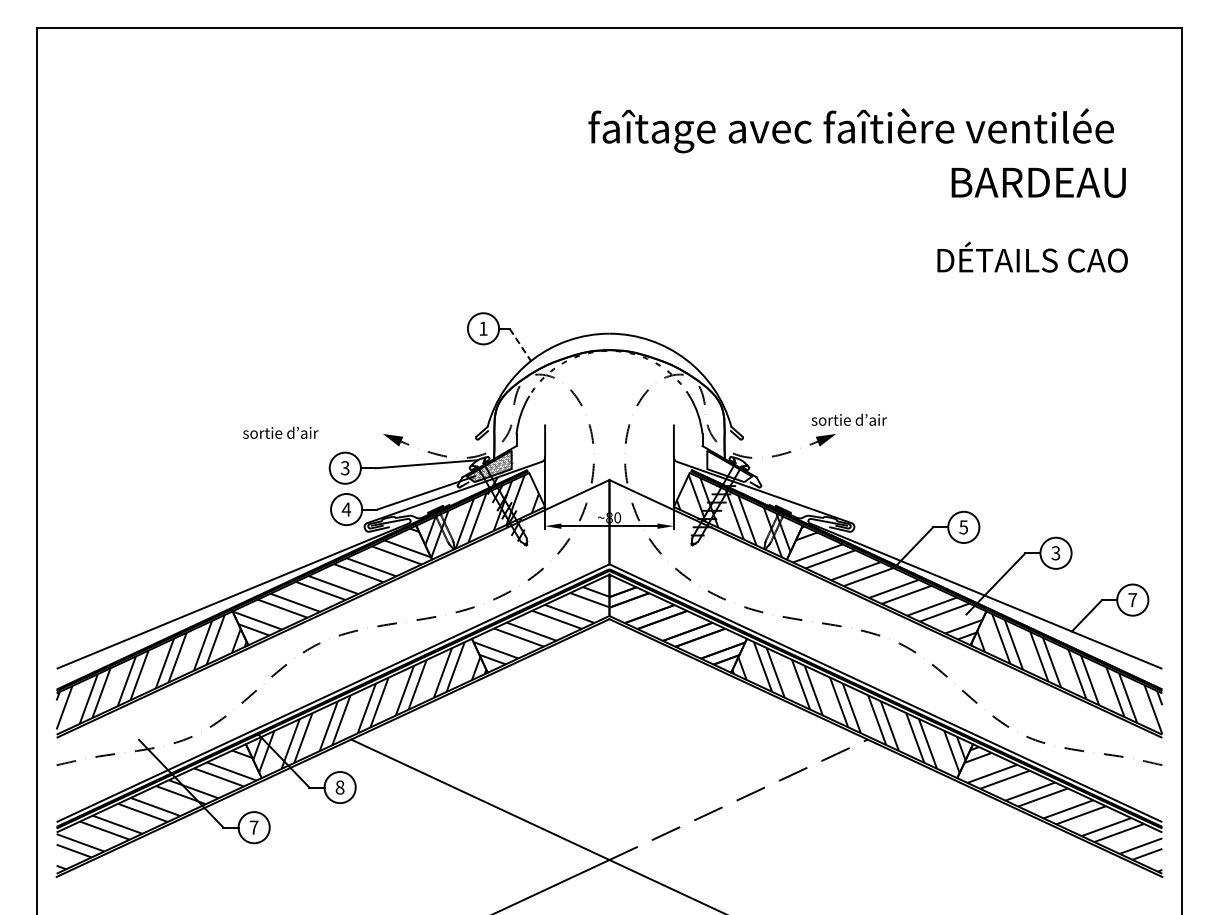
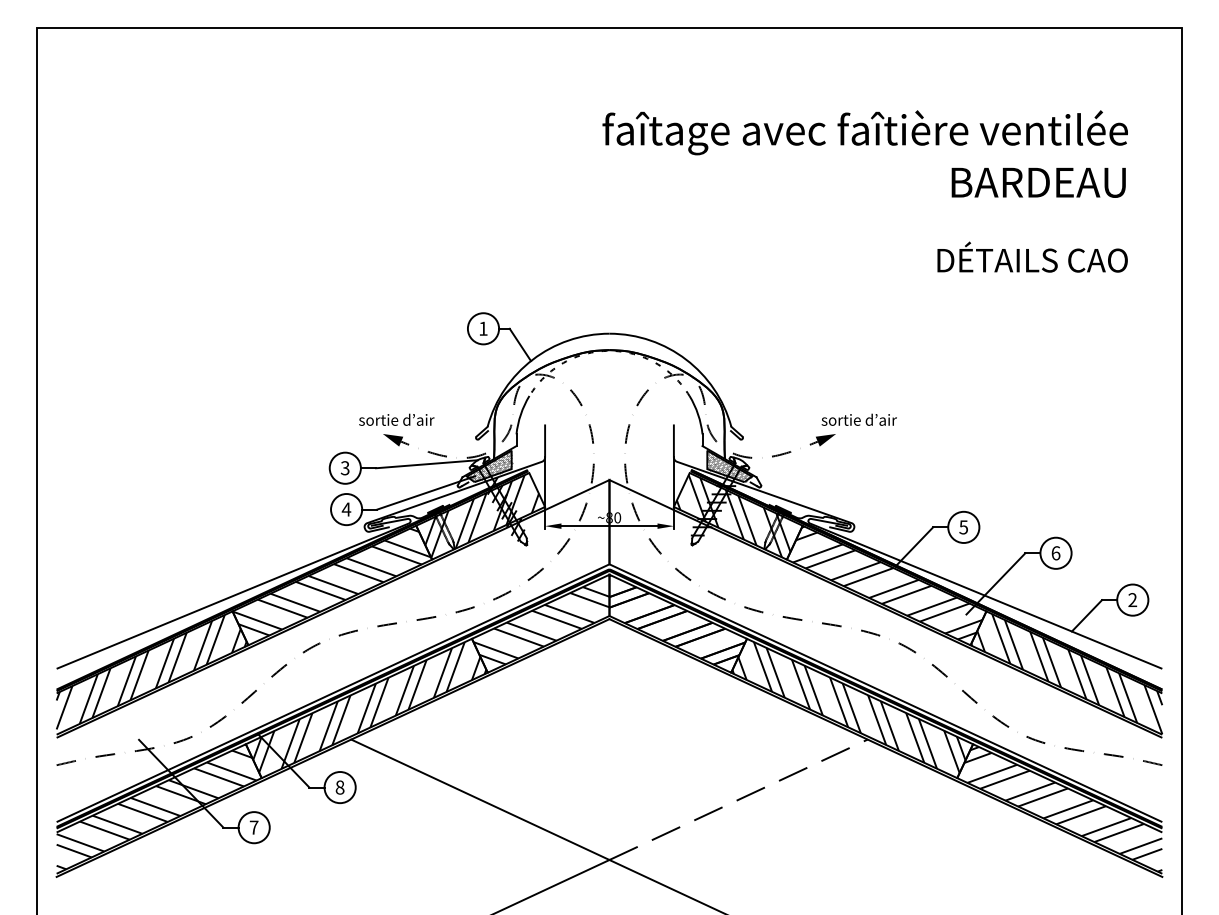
text at (850, 130) position: (850, 130) -> (864, 132)
line at (520, 345): dashed -> solid
text at (848, 419) position: (848, 419) -> (858, 419)
text at (280, 432) position: (280, 432) -> (396, 419)
hatch at (729, 466): none -> present
text at (1055, 553): 3 -> 6
text at (1132, 599): 7 -> 2
